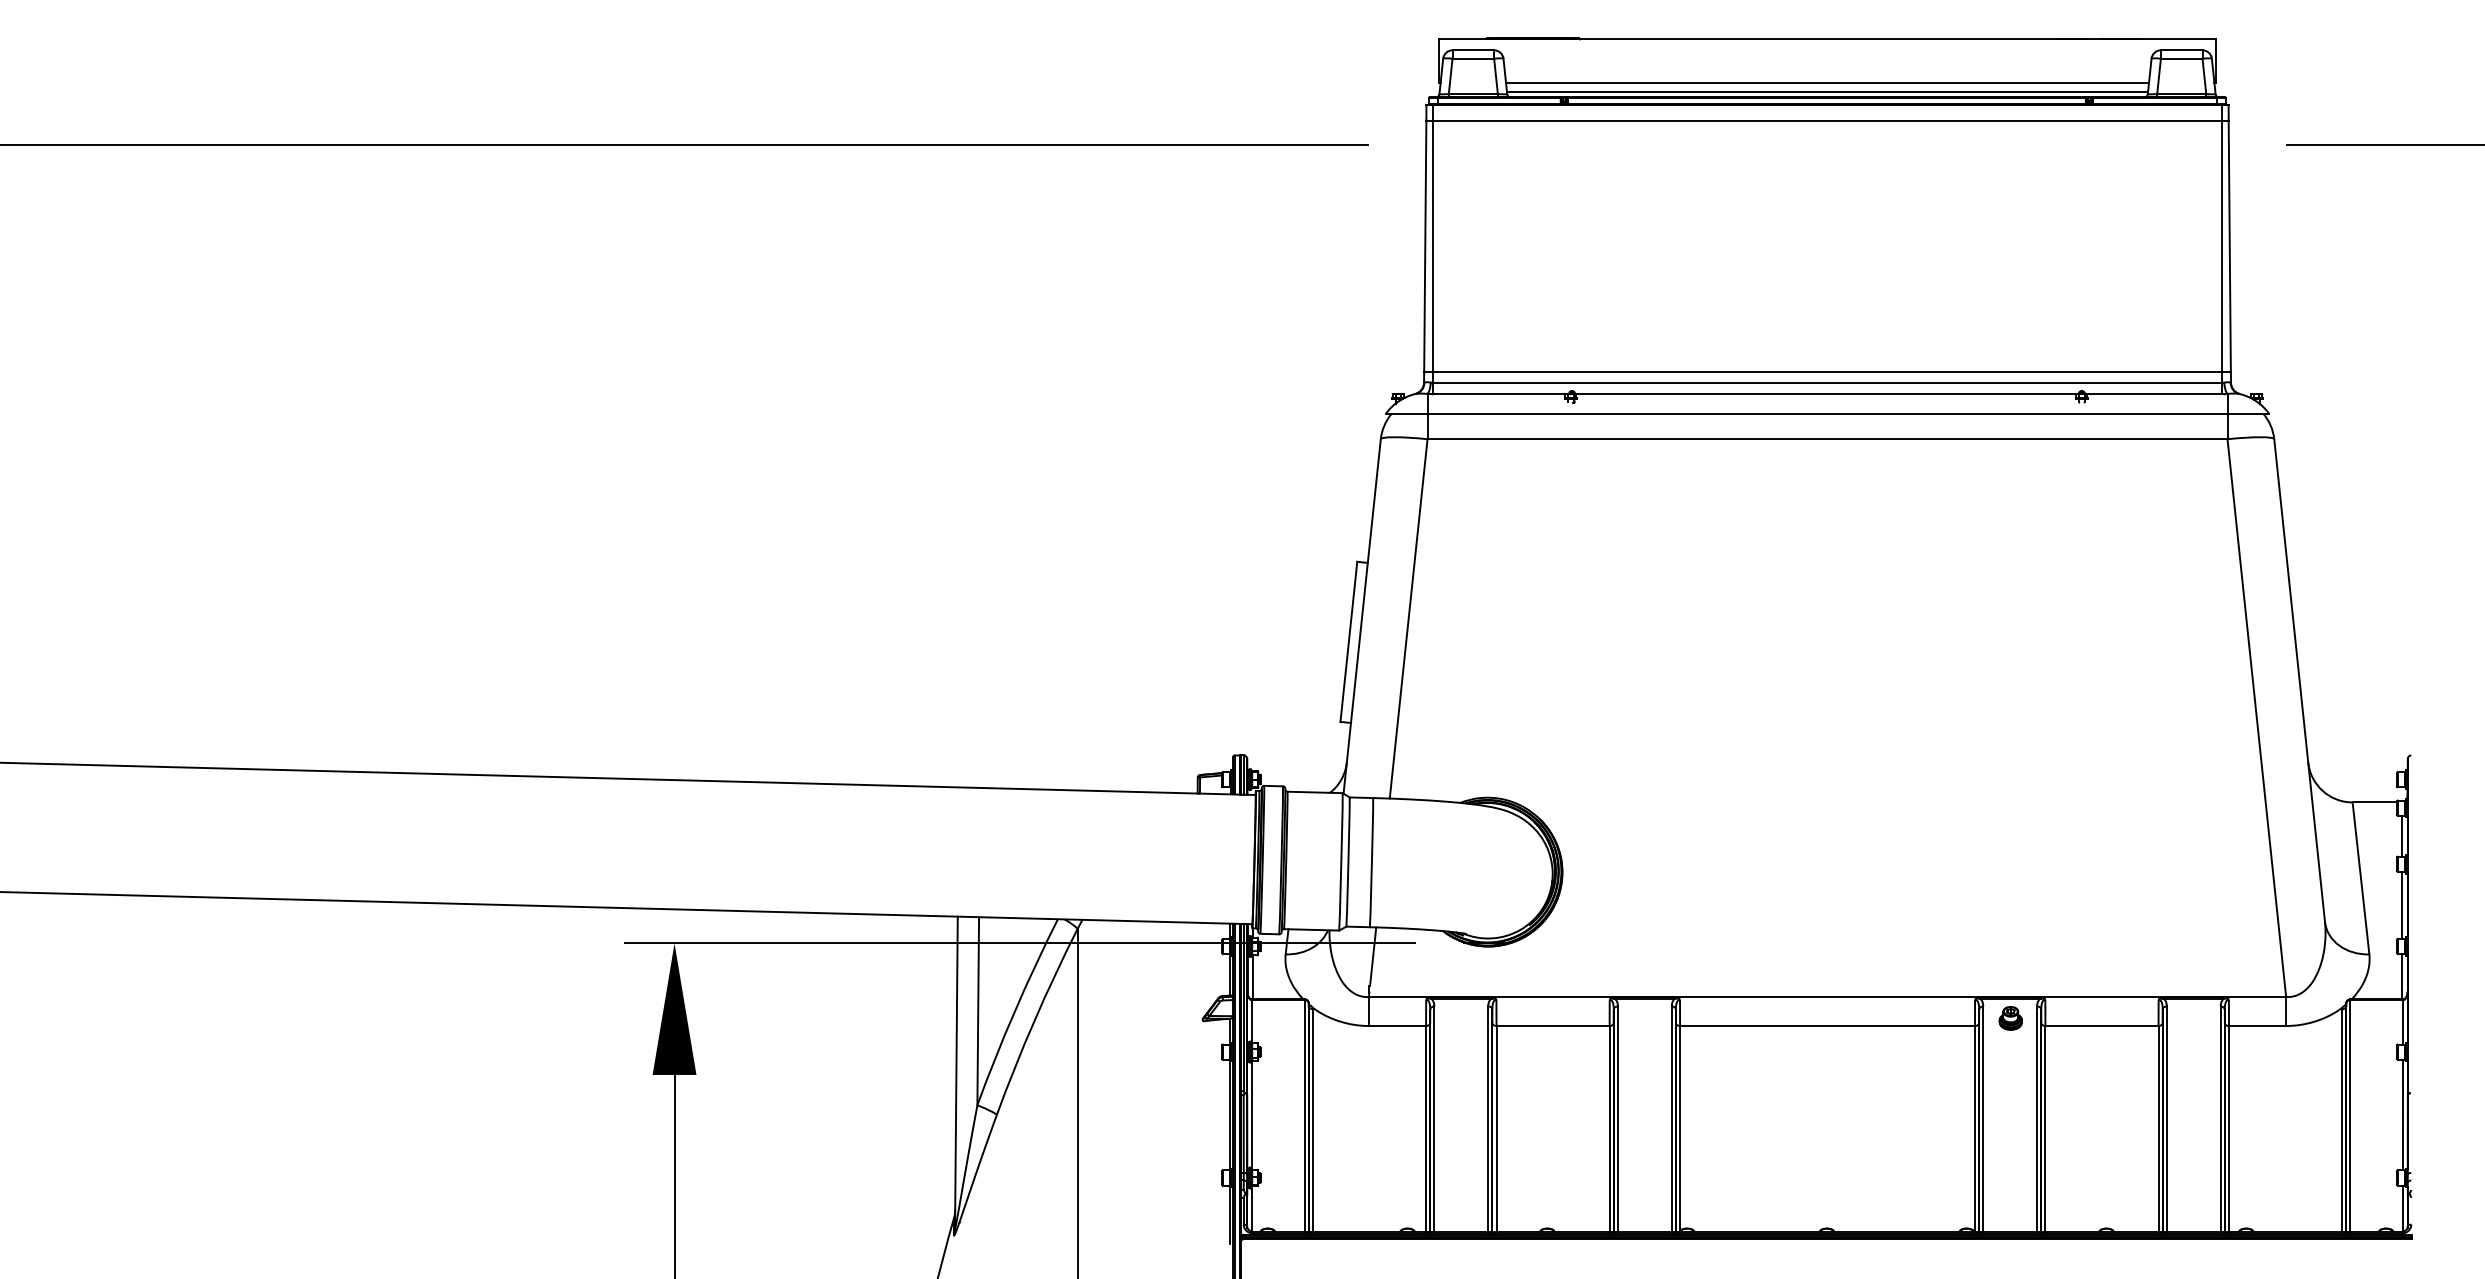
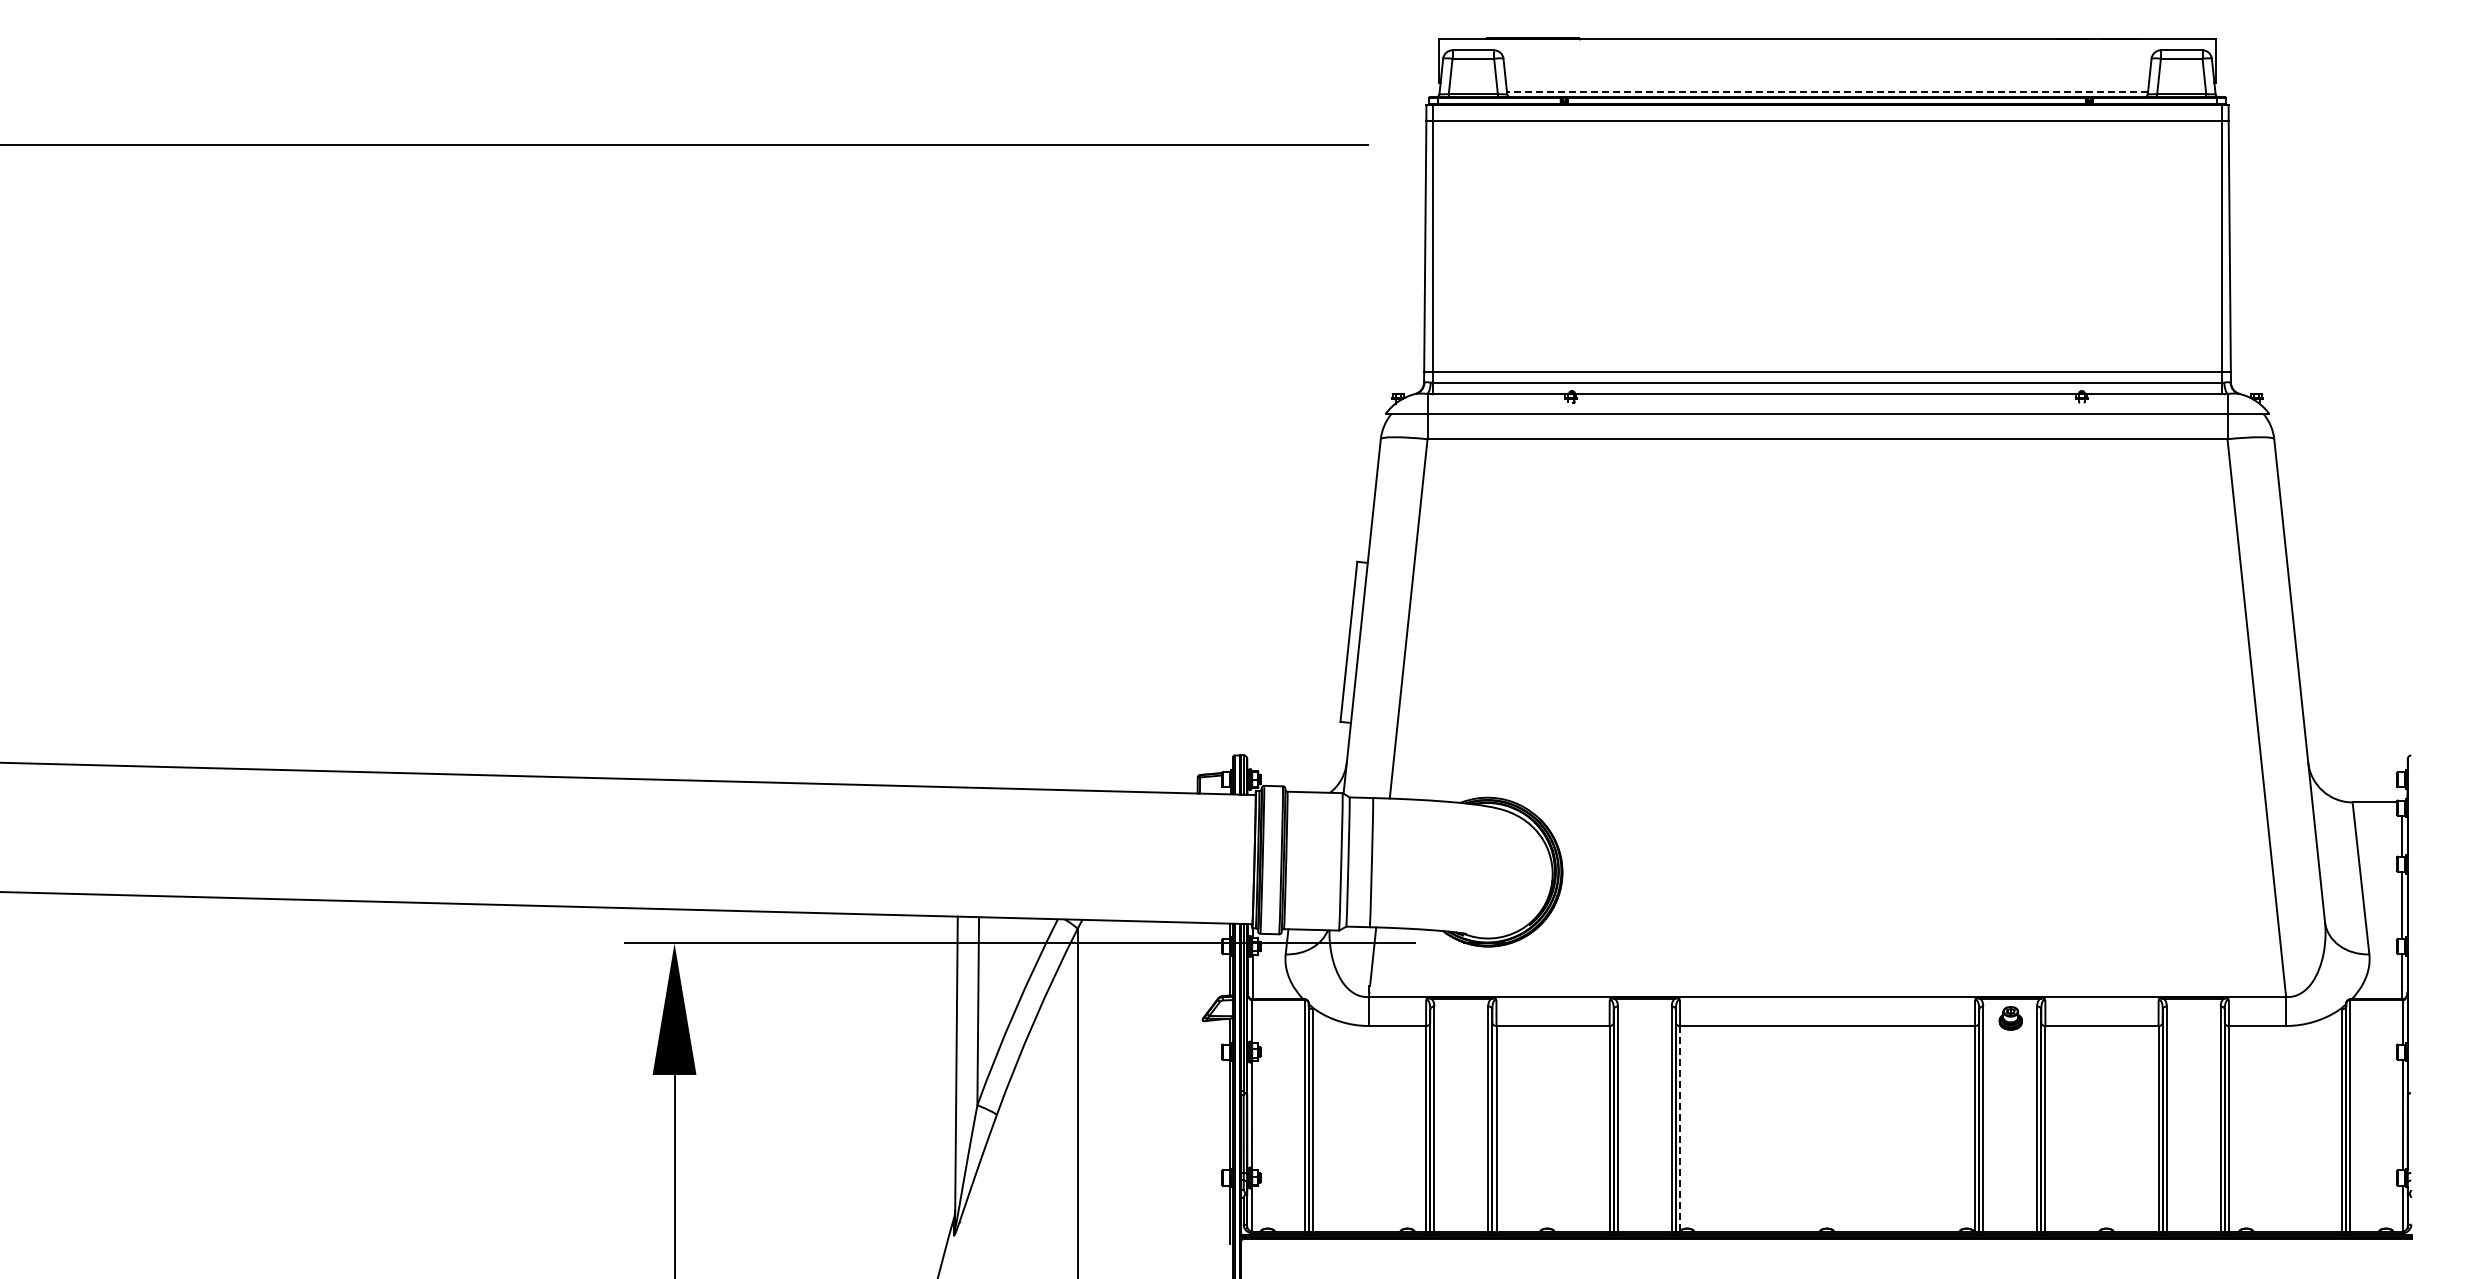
line at (1827, 82): present -> none
line at (1827, 91): solid -> dashed
line at (2384, 144): present -> none
line at (1680, 1128): solid -> dashed
